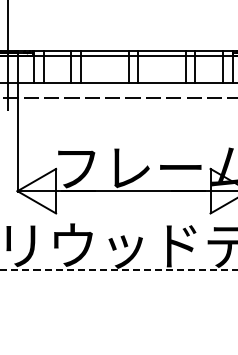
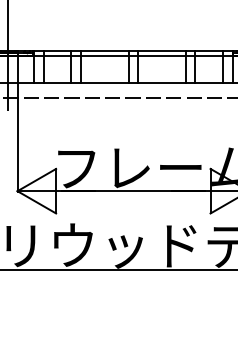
line at (119, 270): dashed -> solid
